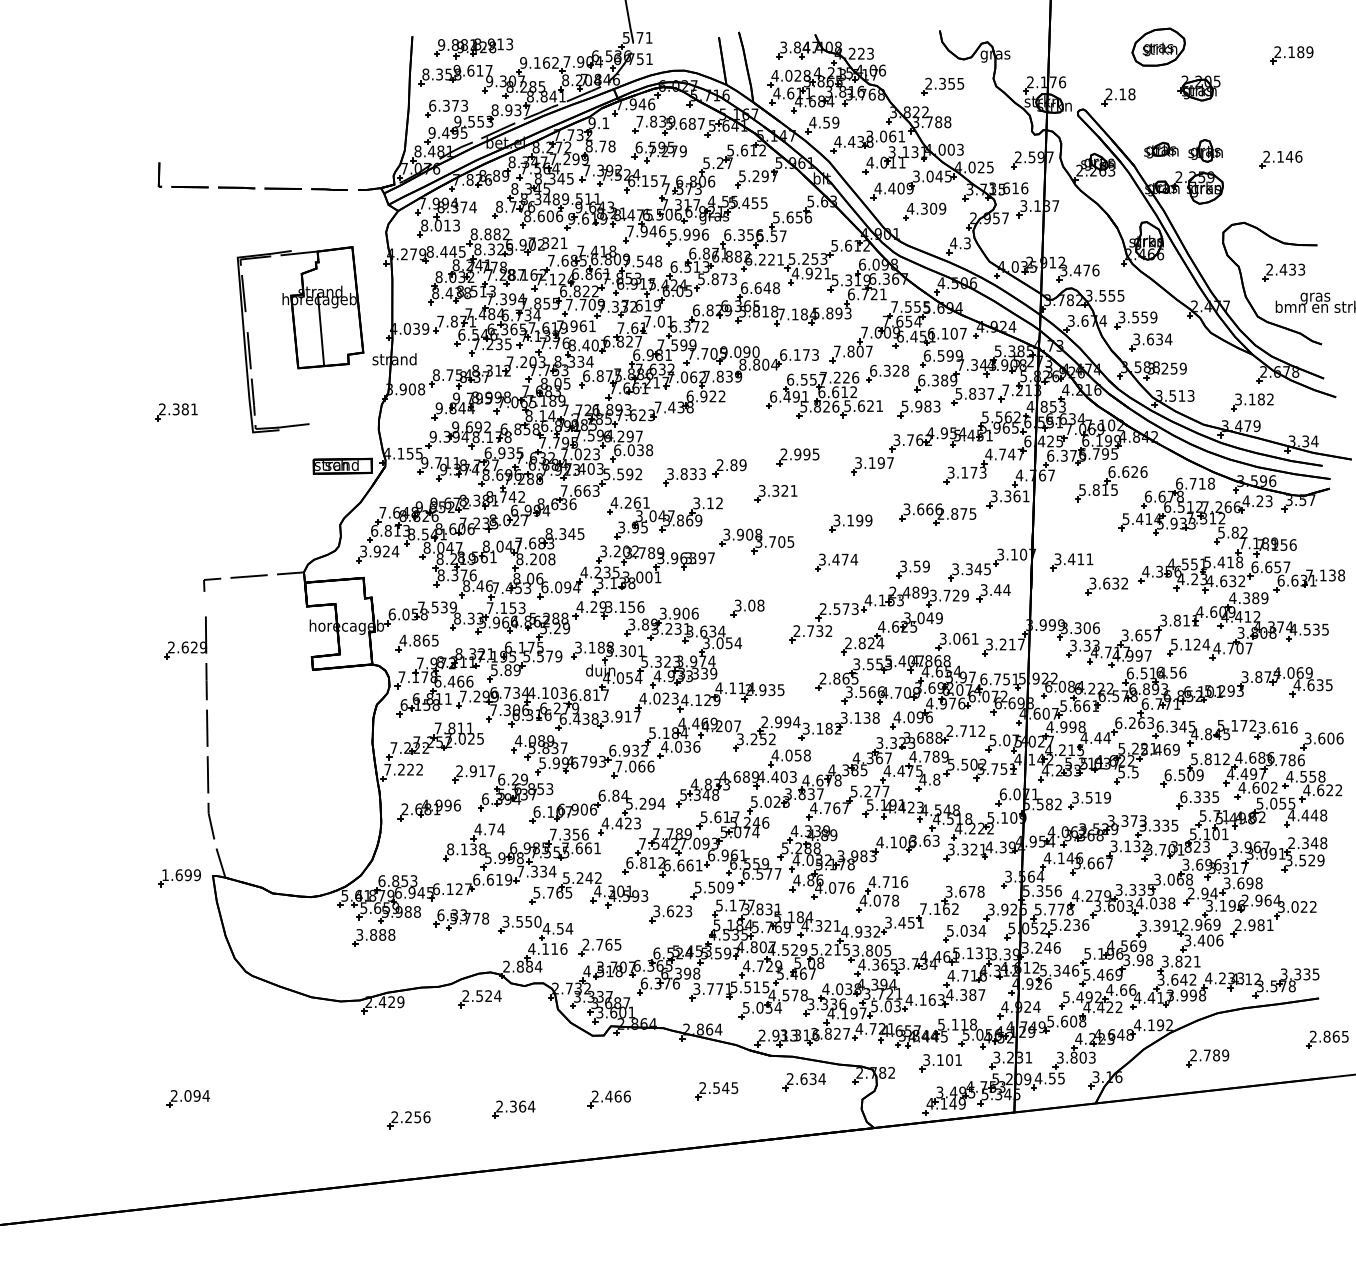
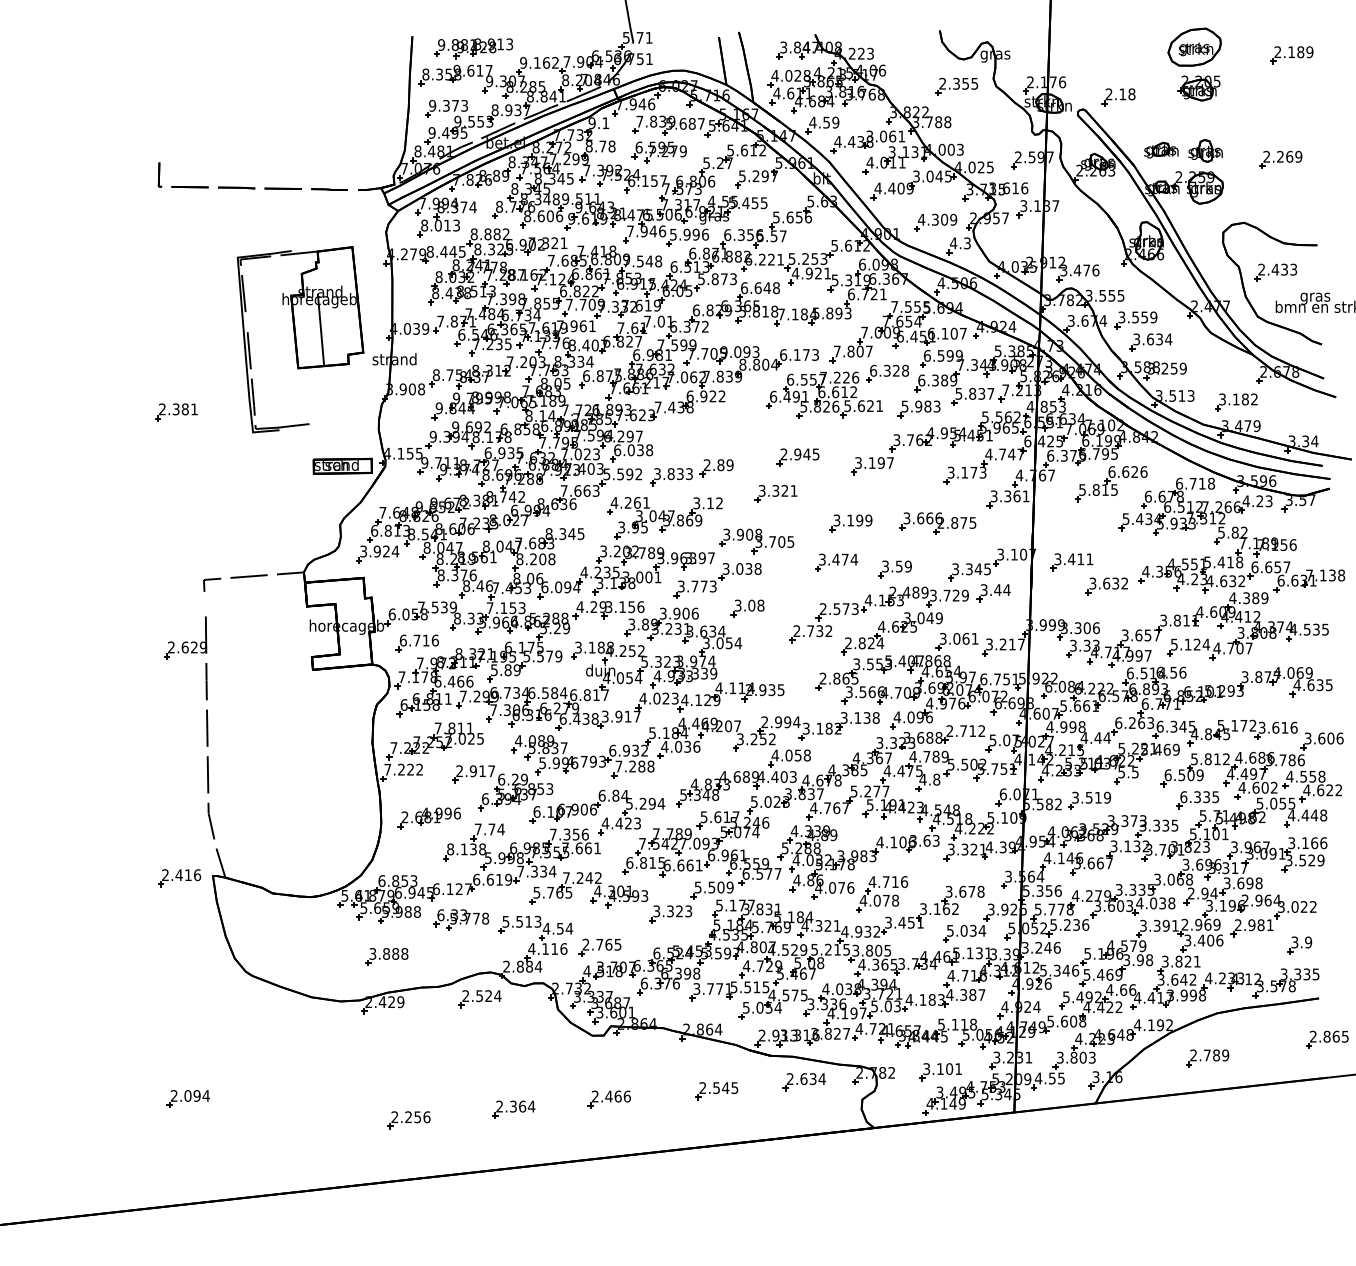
part at (1158, 46) position: (1158, 46) -> (1194, 46)
part at (942, 86) position: (942, 86) -> (956, 86)
text at (432, 105): 6.373 -> 9.373
text at (1289, 156): 2.146 -> 2.269
part at (924, 211) position: (924, 211) -> (935, 222)
part at (1283, 272) position: (1283, 272) -> (1275, 272)
text at (521, 299): 7.394 -> 7.398
text at (755, 351): 9.090 -> 9.093
part at (1252, 402) position: (1252, 402) -> (1236, 402)
text at (806, 454): 2.995 -> 2.945
part at (704, 472) position: (704, 472) -> (691, 472)
part at (937, 514) position: (937, 514) -> (937, 523)
text at (1148, 519): 5.414 -> 5.434
part at (912, 569) position: (912, 569) -> (894, 569)
part at (717, 580): none -> present
text at (418, 640): 4.865 -> 6.716
text at (624, 651): 3.301 -> 4.252
text at (547, 693): 4.103 -> 6.584
text at (641, 766): 7.066 -> 7.288
part at (428, 810) position: (428, 810) -> (428, 818)
text at (478, 829): 4.74 -> 7.74
text at (1307, 843): 2.348 -> 3.166
text at (661, 862): 6.812 -> 6.815
text at (181, 875): 1.699 -> 2.416
text at (566, 878): 5.242 -> 7.242
text at (923, 909): 7.162 -> 3.162
text at (670, 911): 3.623 -> 3.323
text at (521, 921): 3.550 -> 5.513
part at (373, 937) position: (373, 937) -> (386, 956)
part at (1299, 945): none -> present
text at (1133, 946): 4.569 -> 4.579
text at (803, 995): 4.578 -> 4.575
text at (931, 999): 4.163 -> 4.183
part at (940, 1063) position: (940, 1063) -> (940, 1072)
